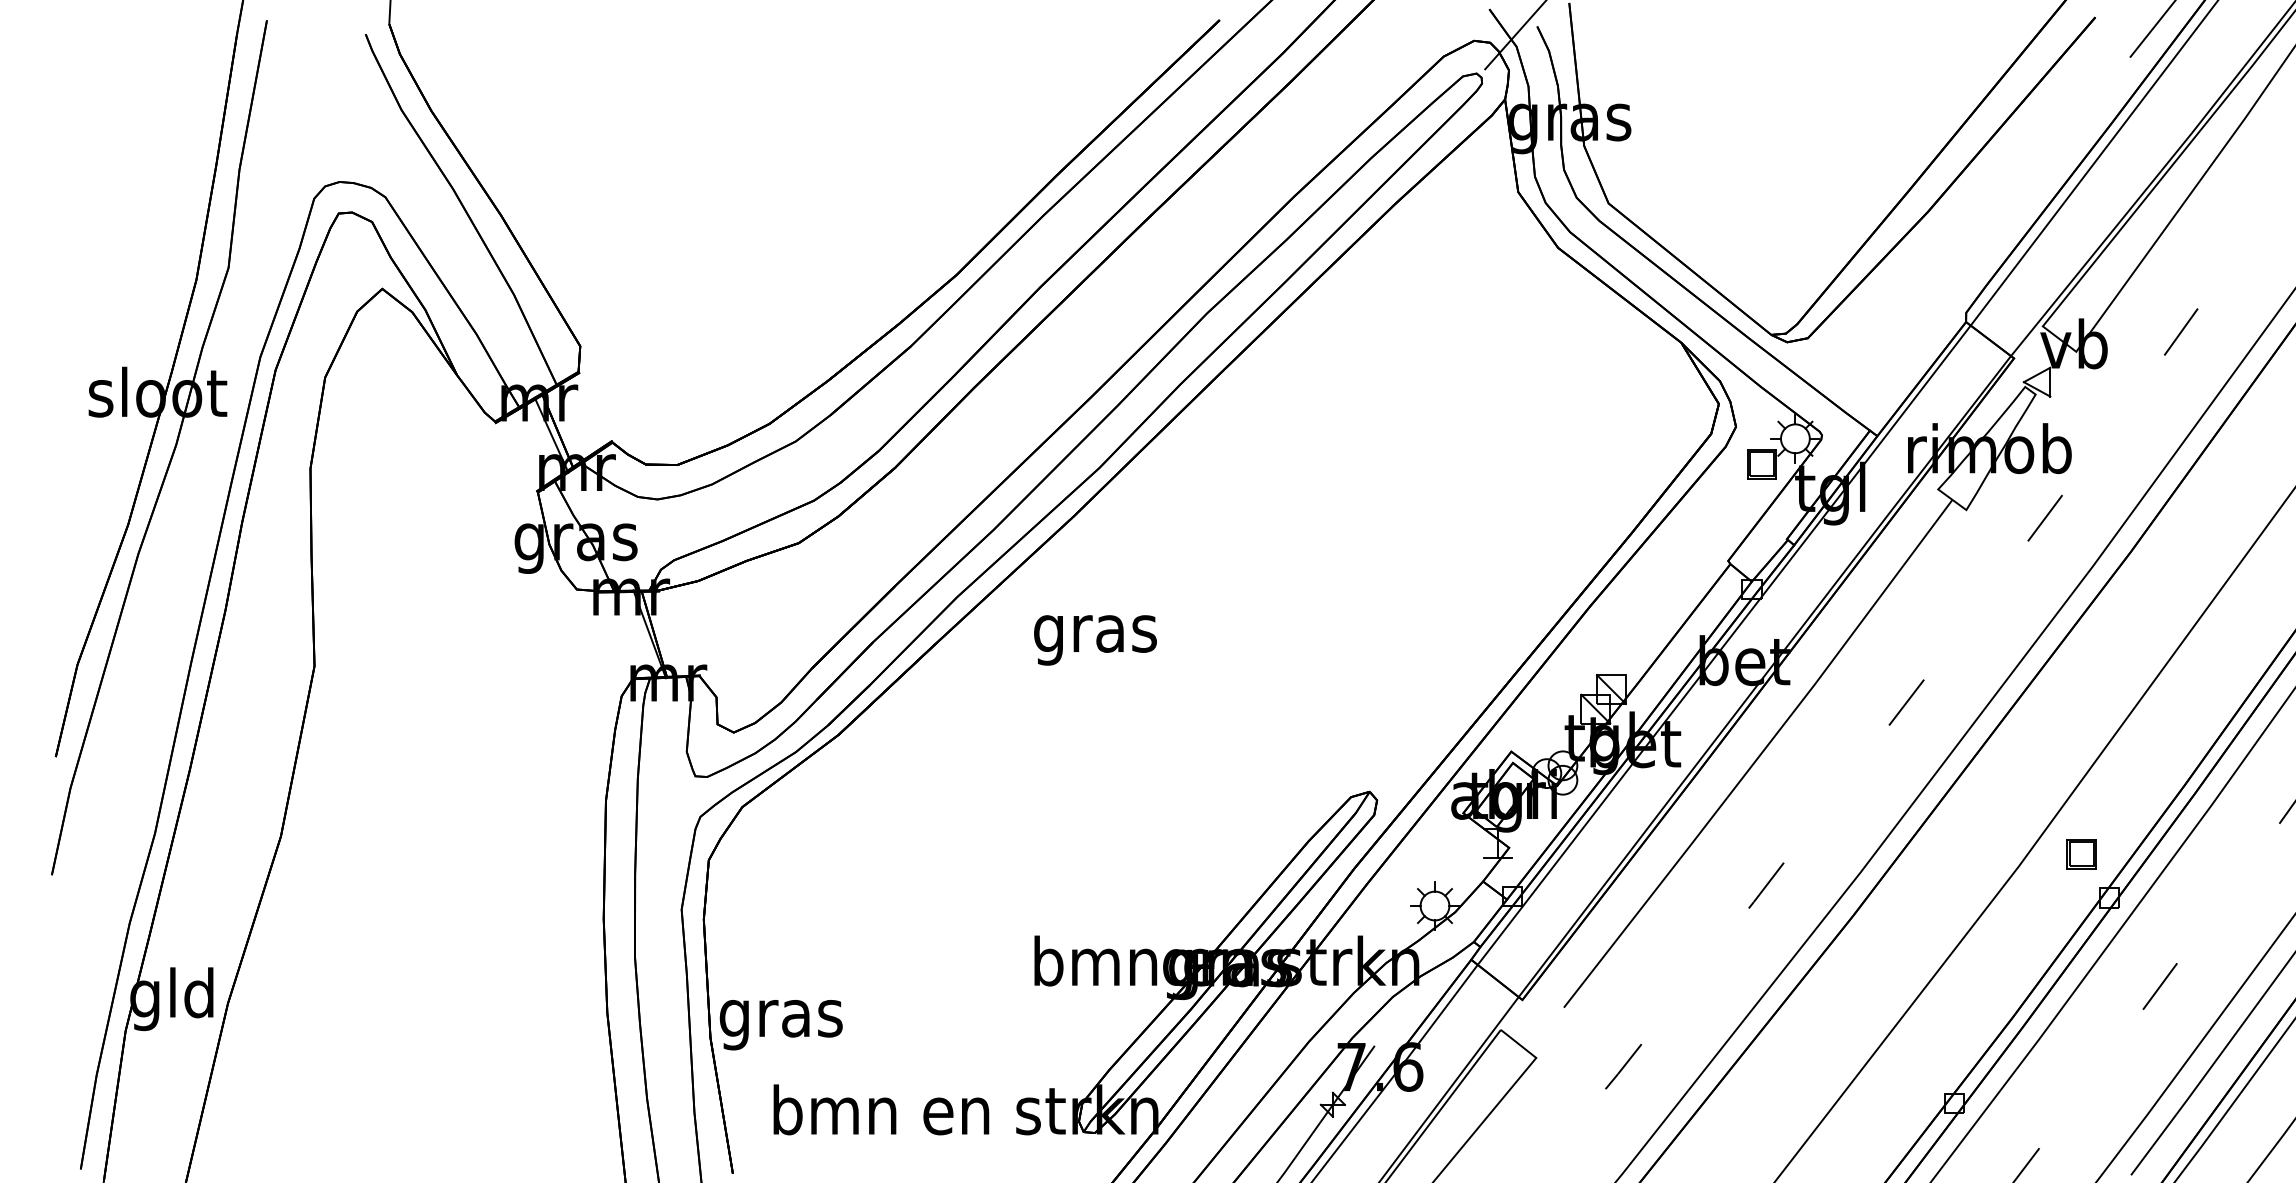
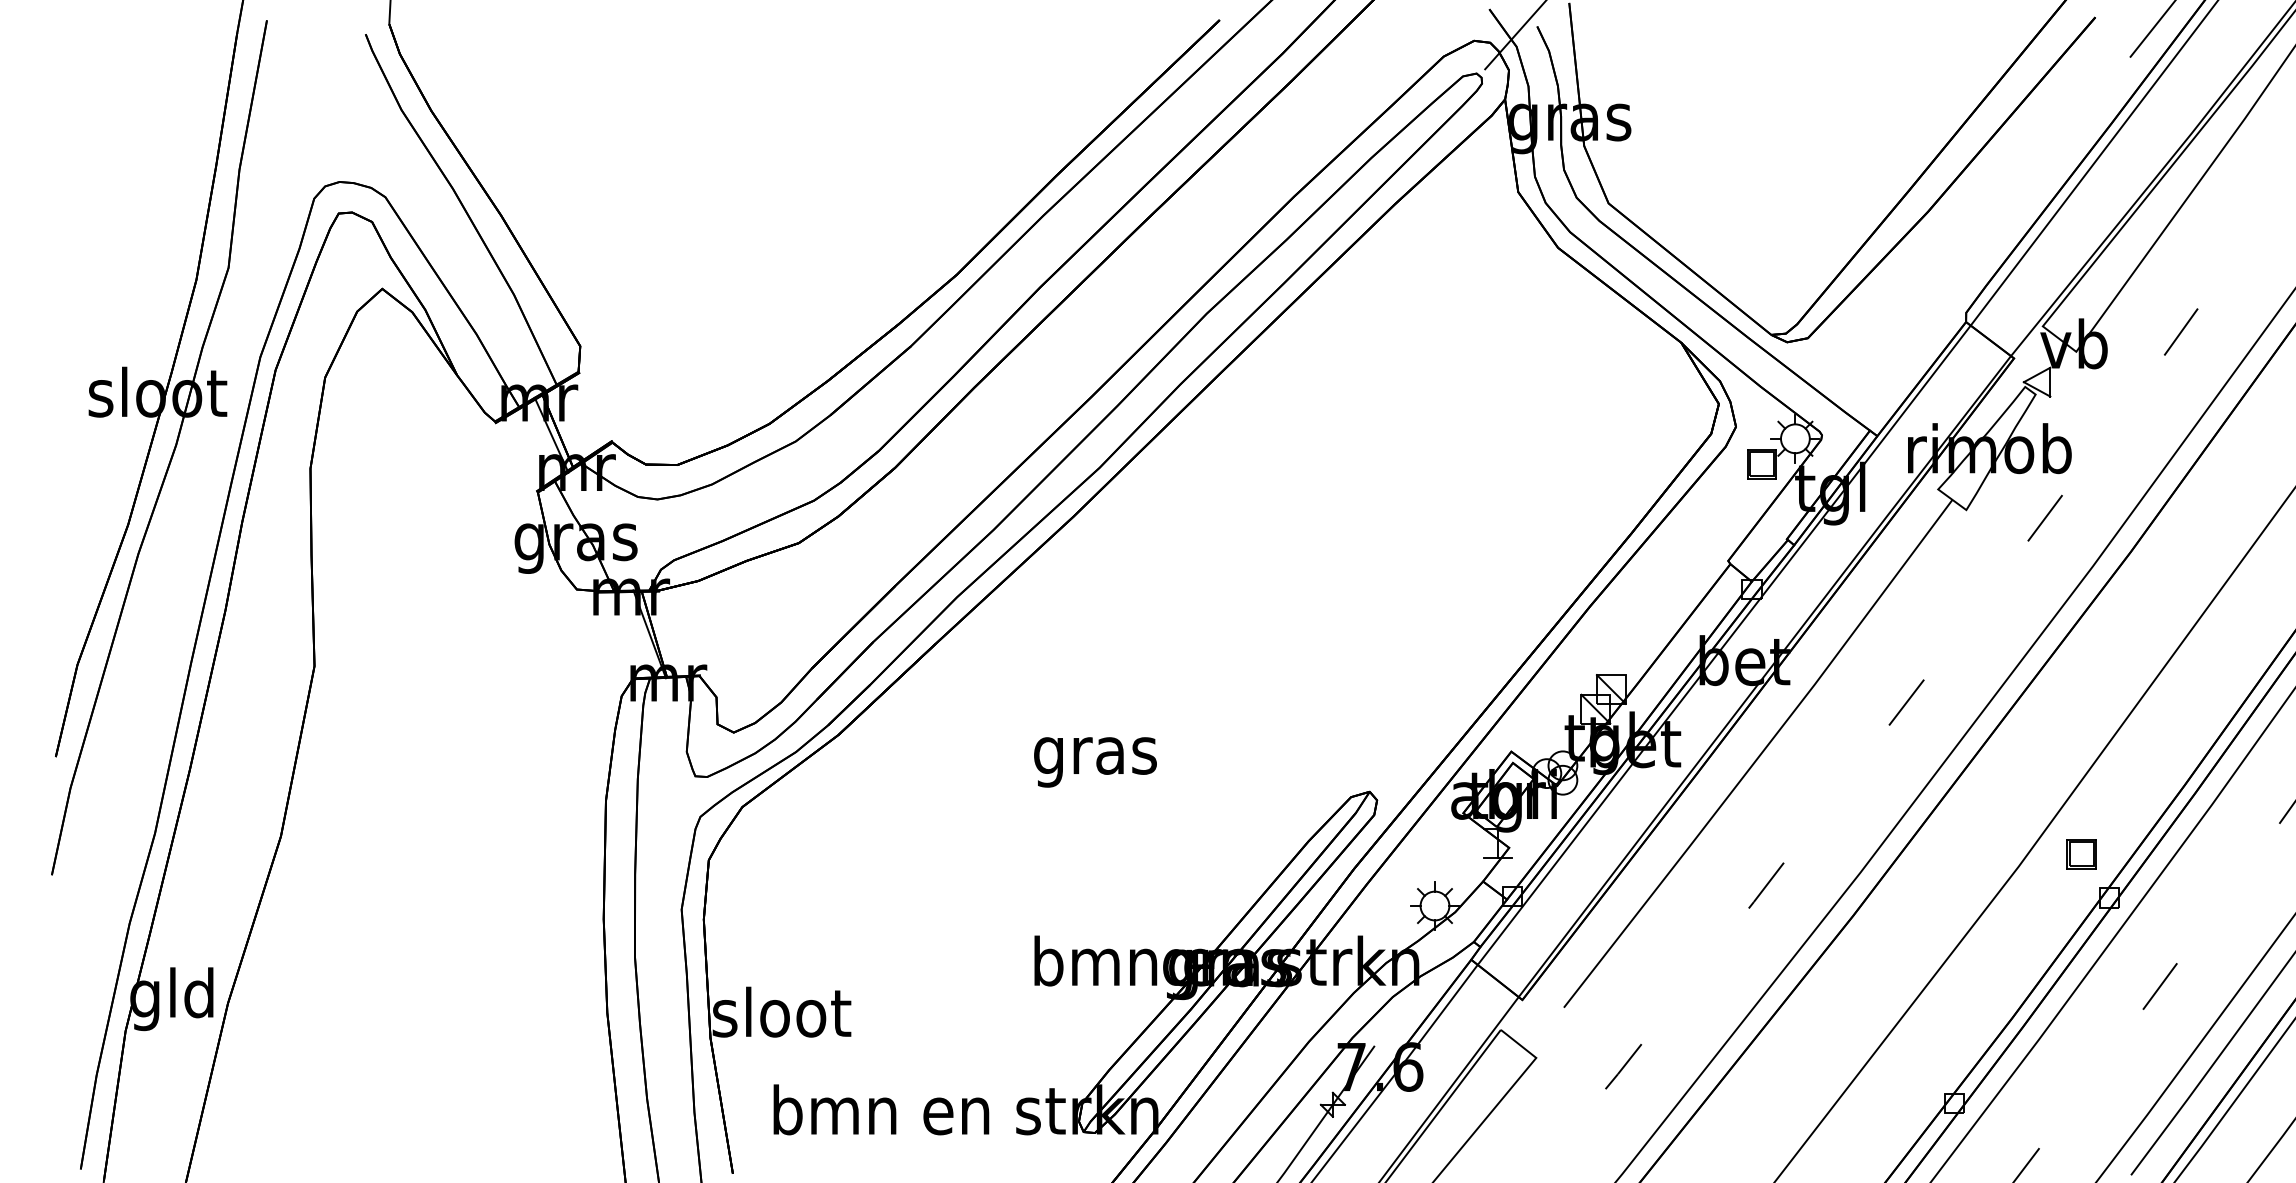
text at (1095, 640) position: (1095, 640) -> (1095, 762)
text at (781, 1018): gras -> sloot
